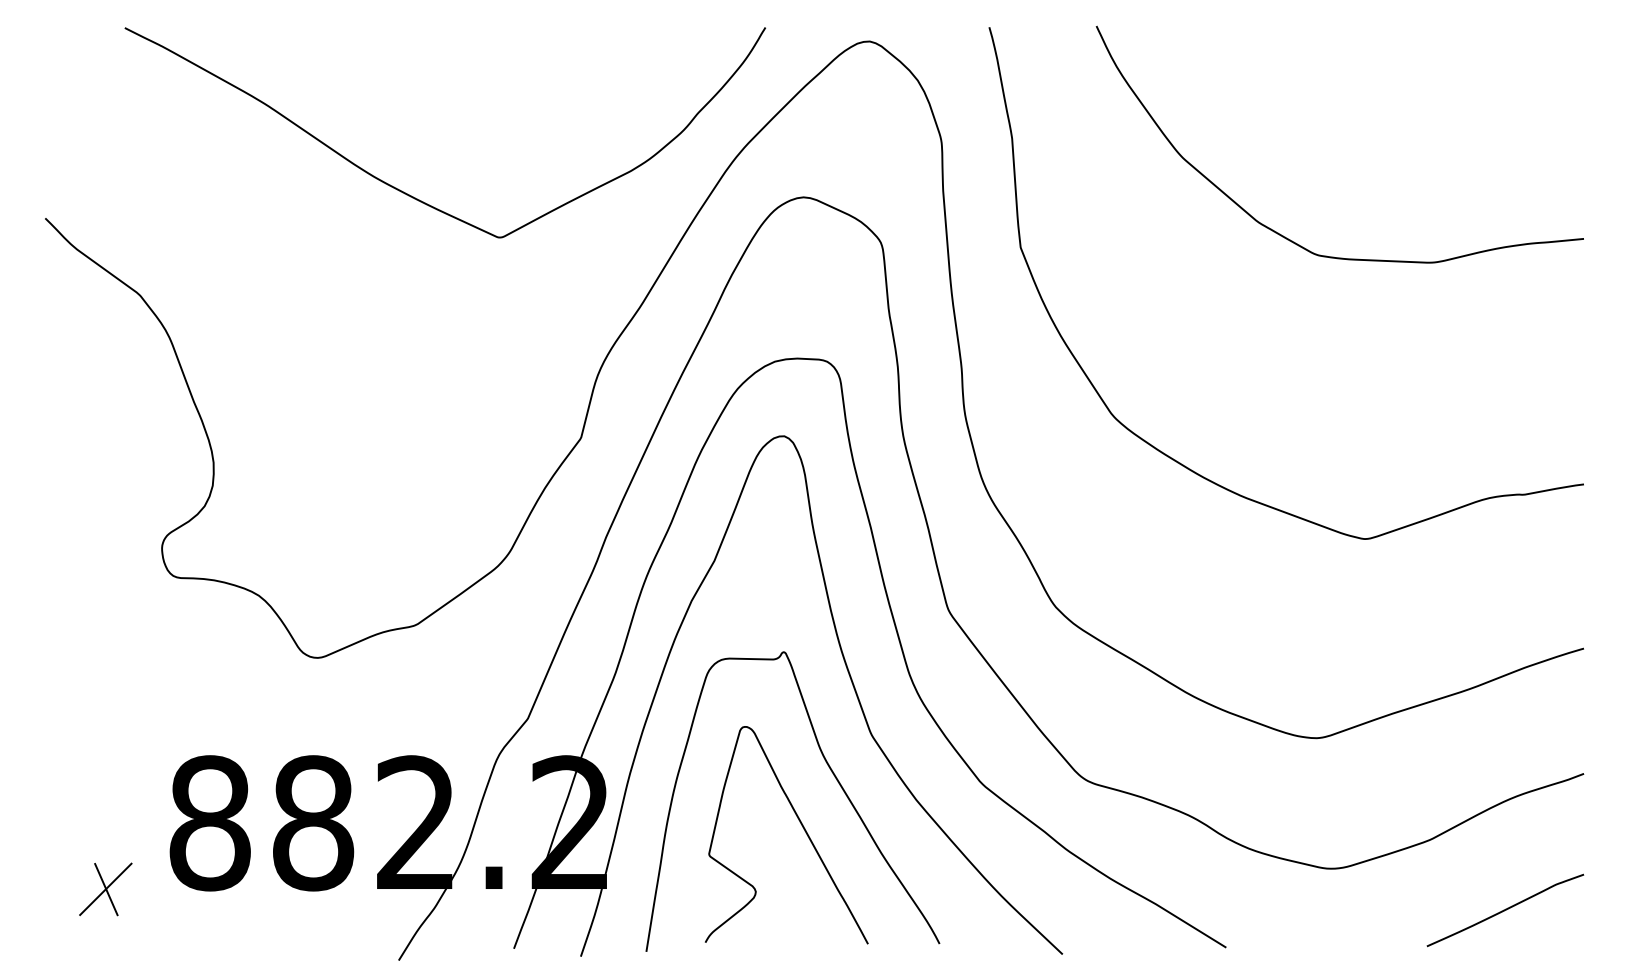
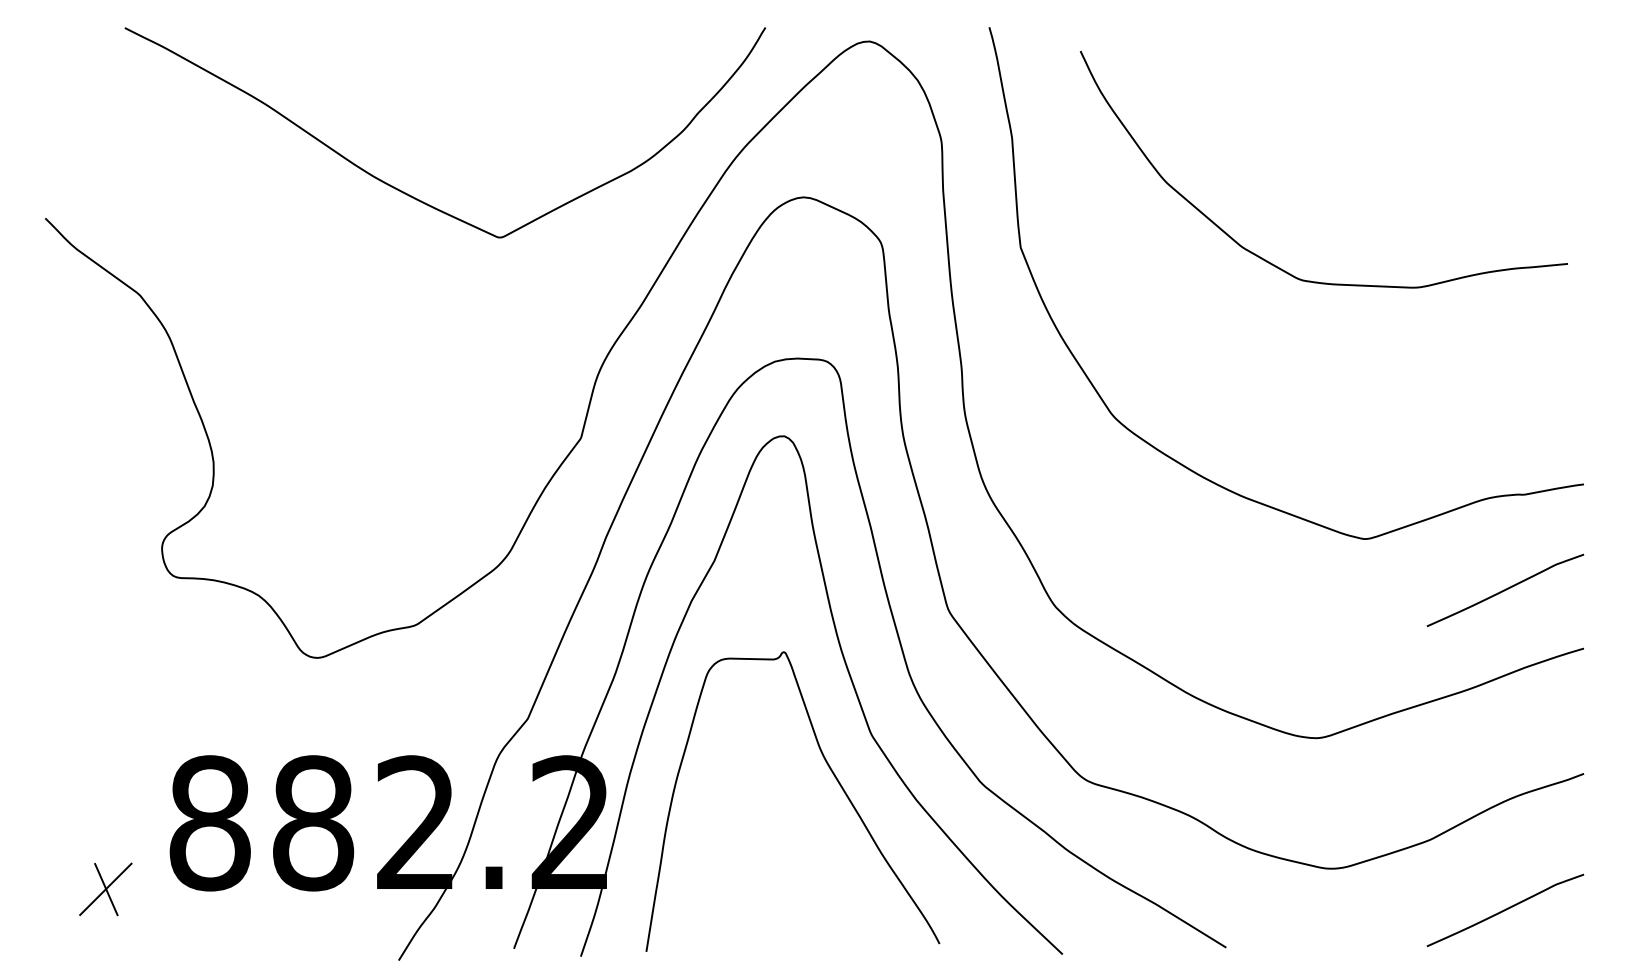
curve at (1285, 236) position: (1285, 236) -> (1269, 261)
curve at (1505, 590): none -> present
curve at (802, 827): present -> none
